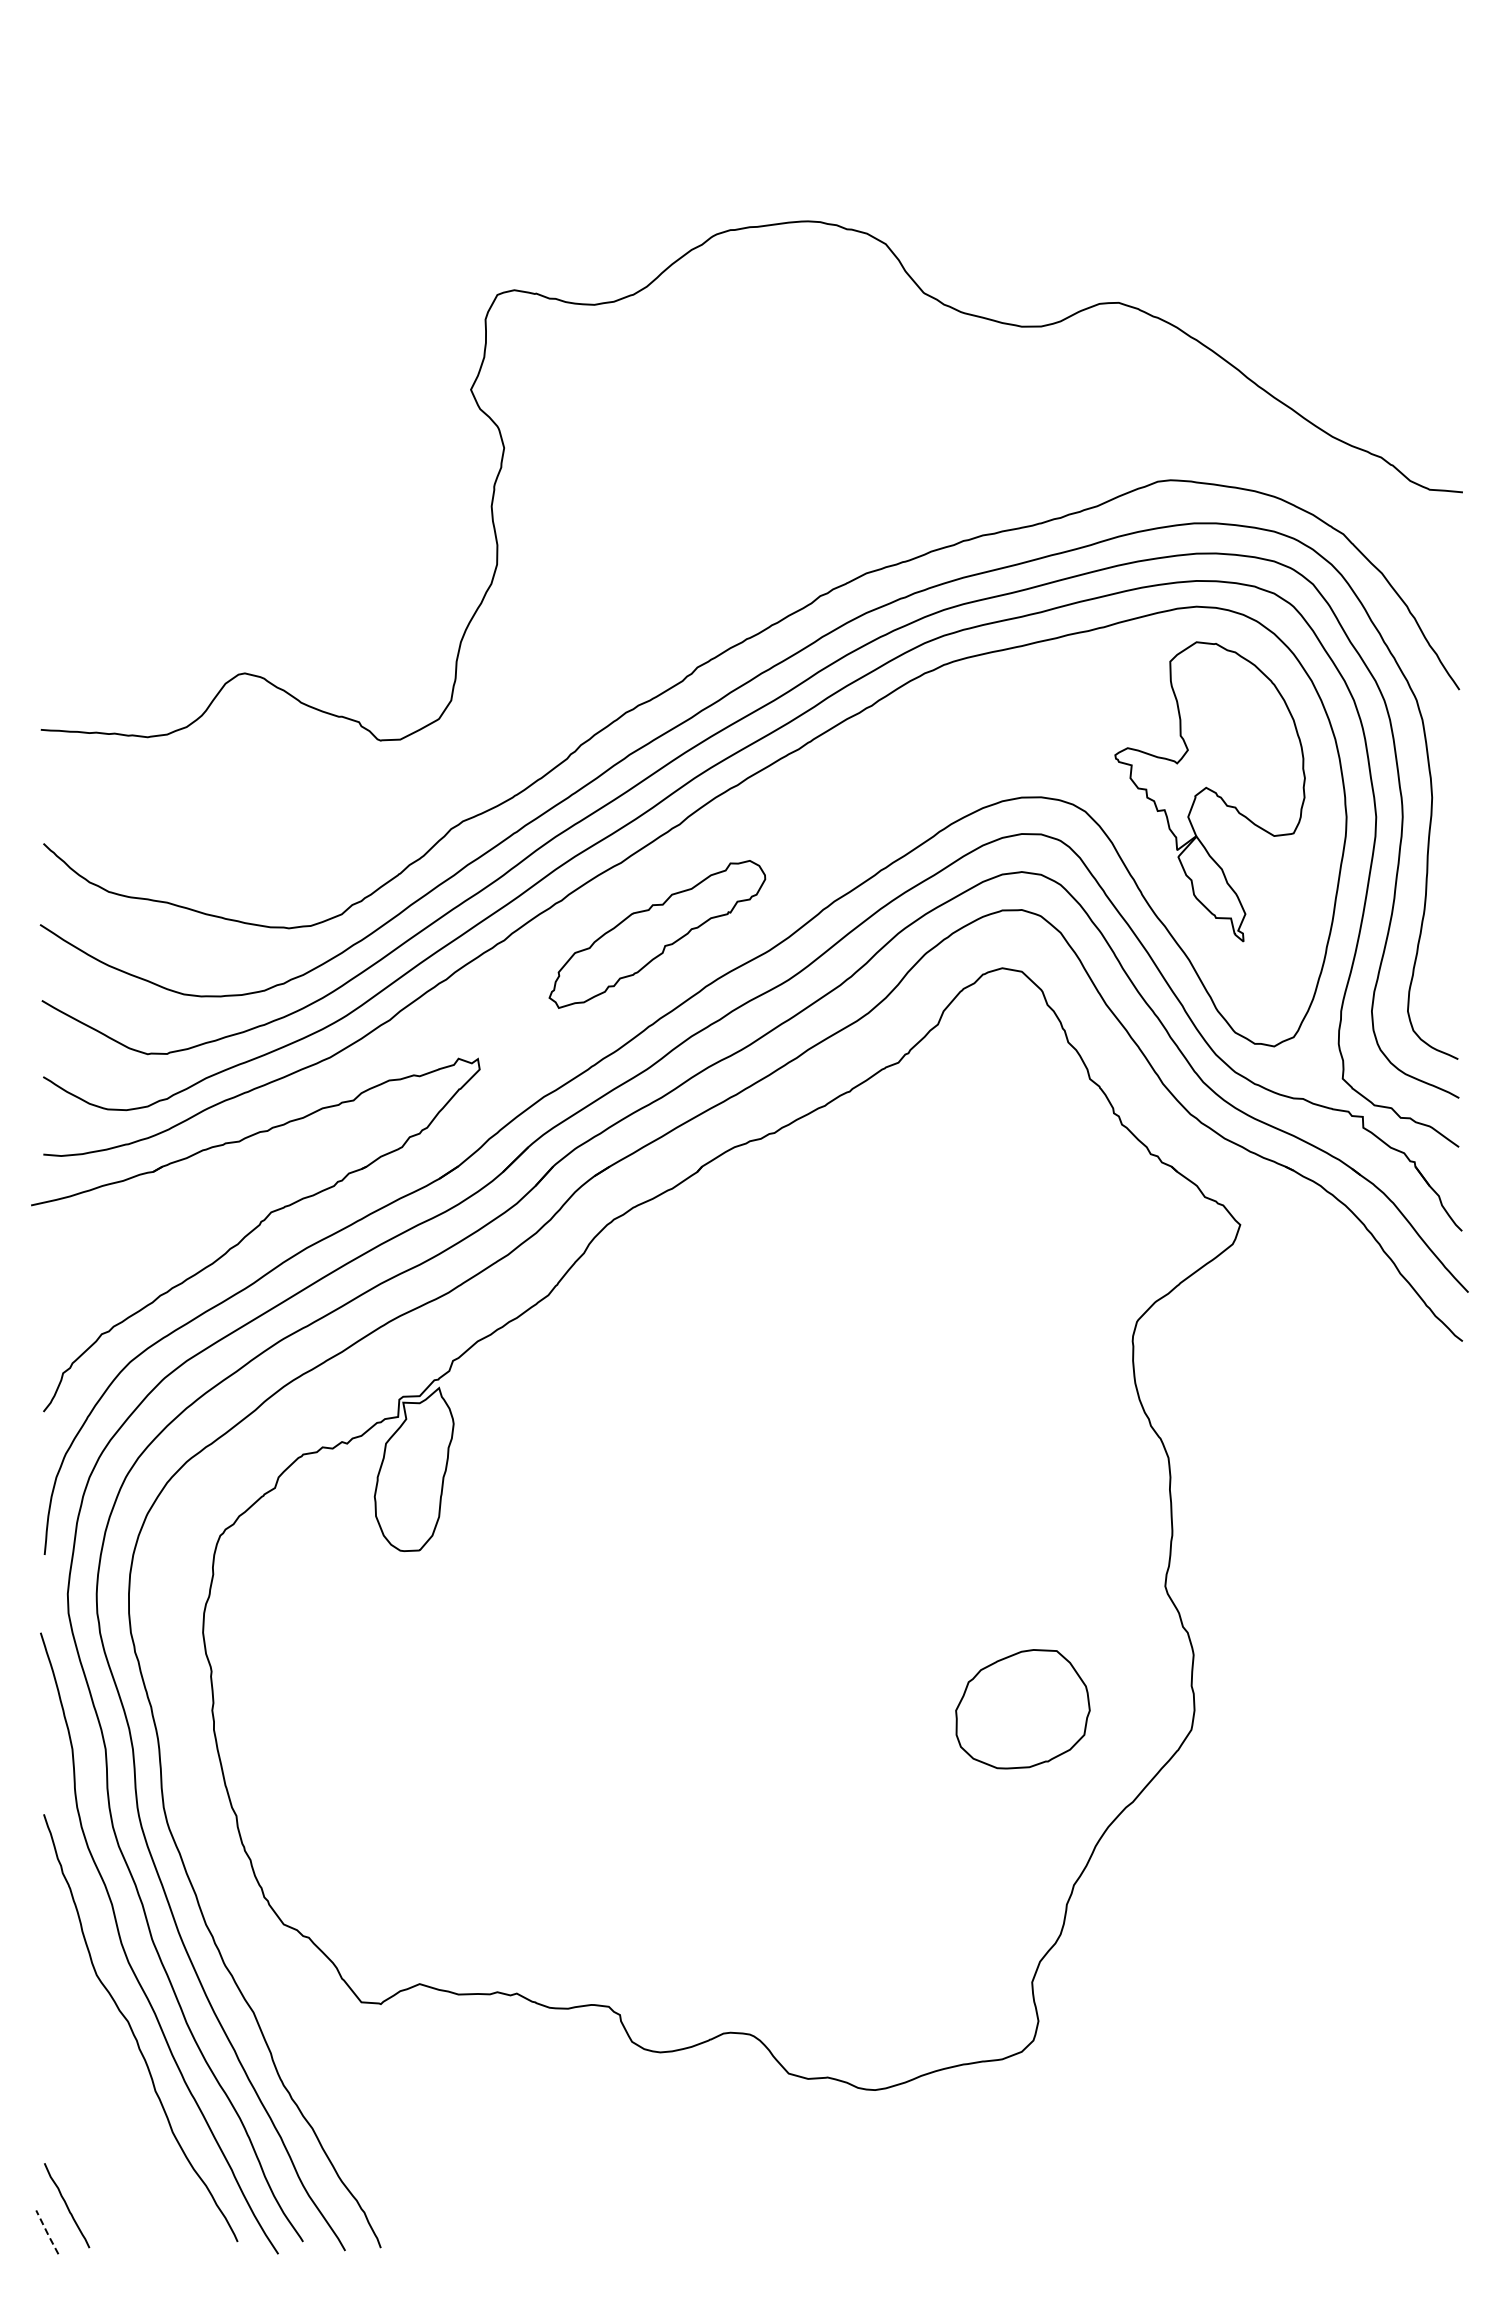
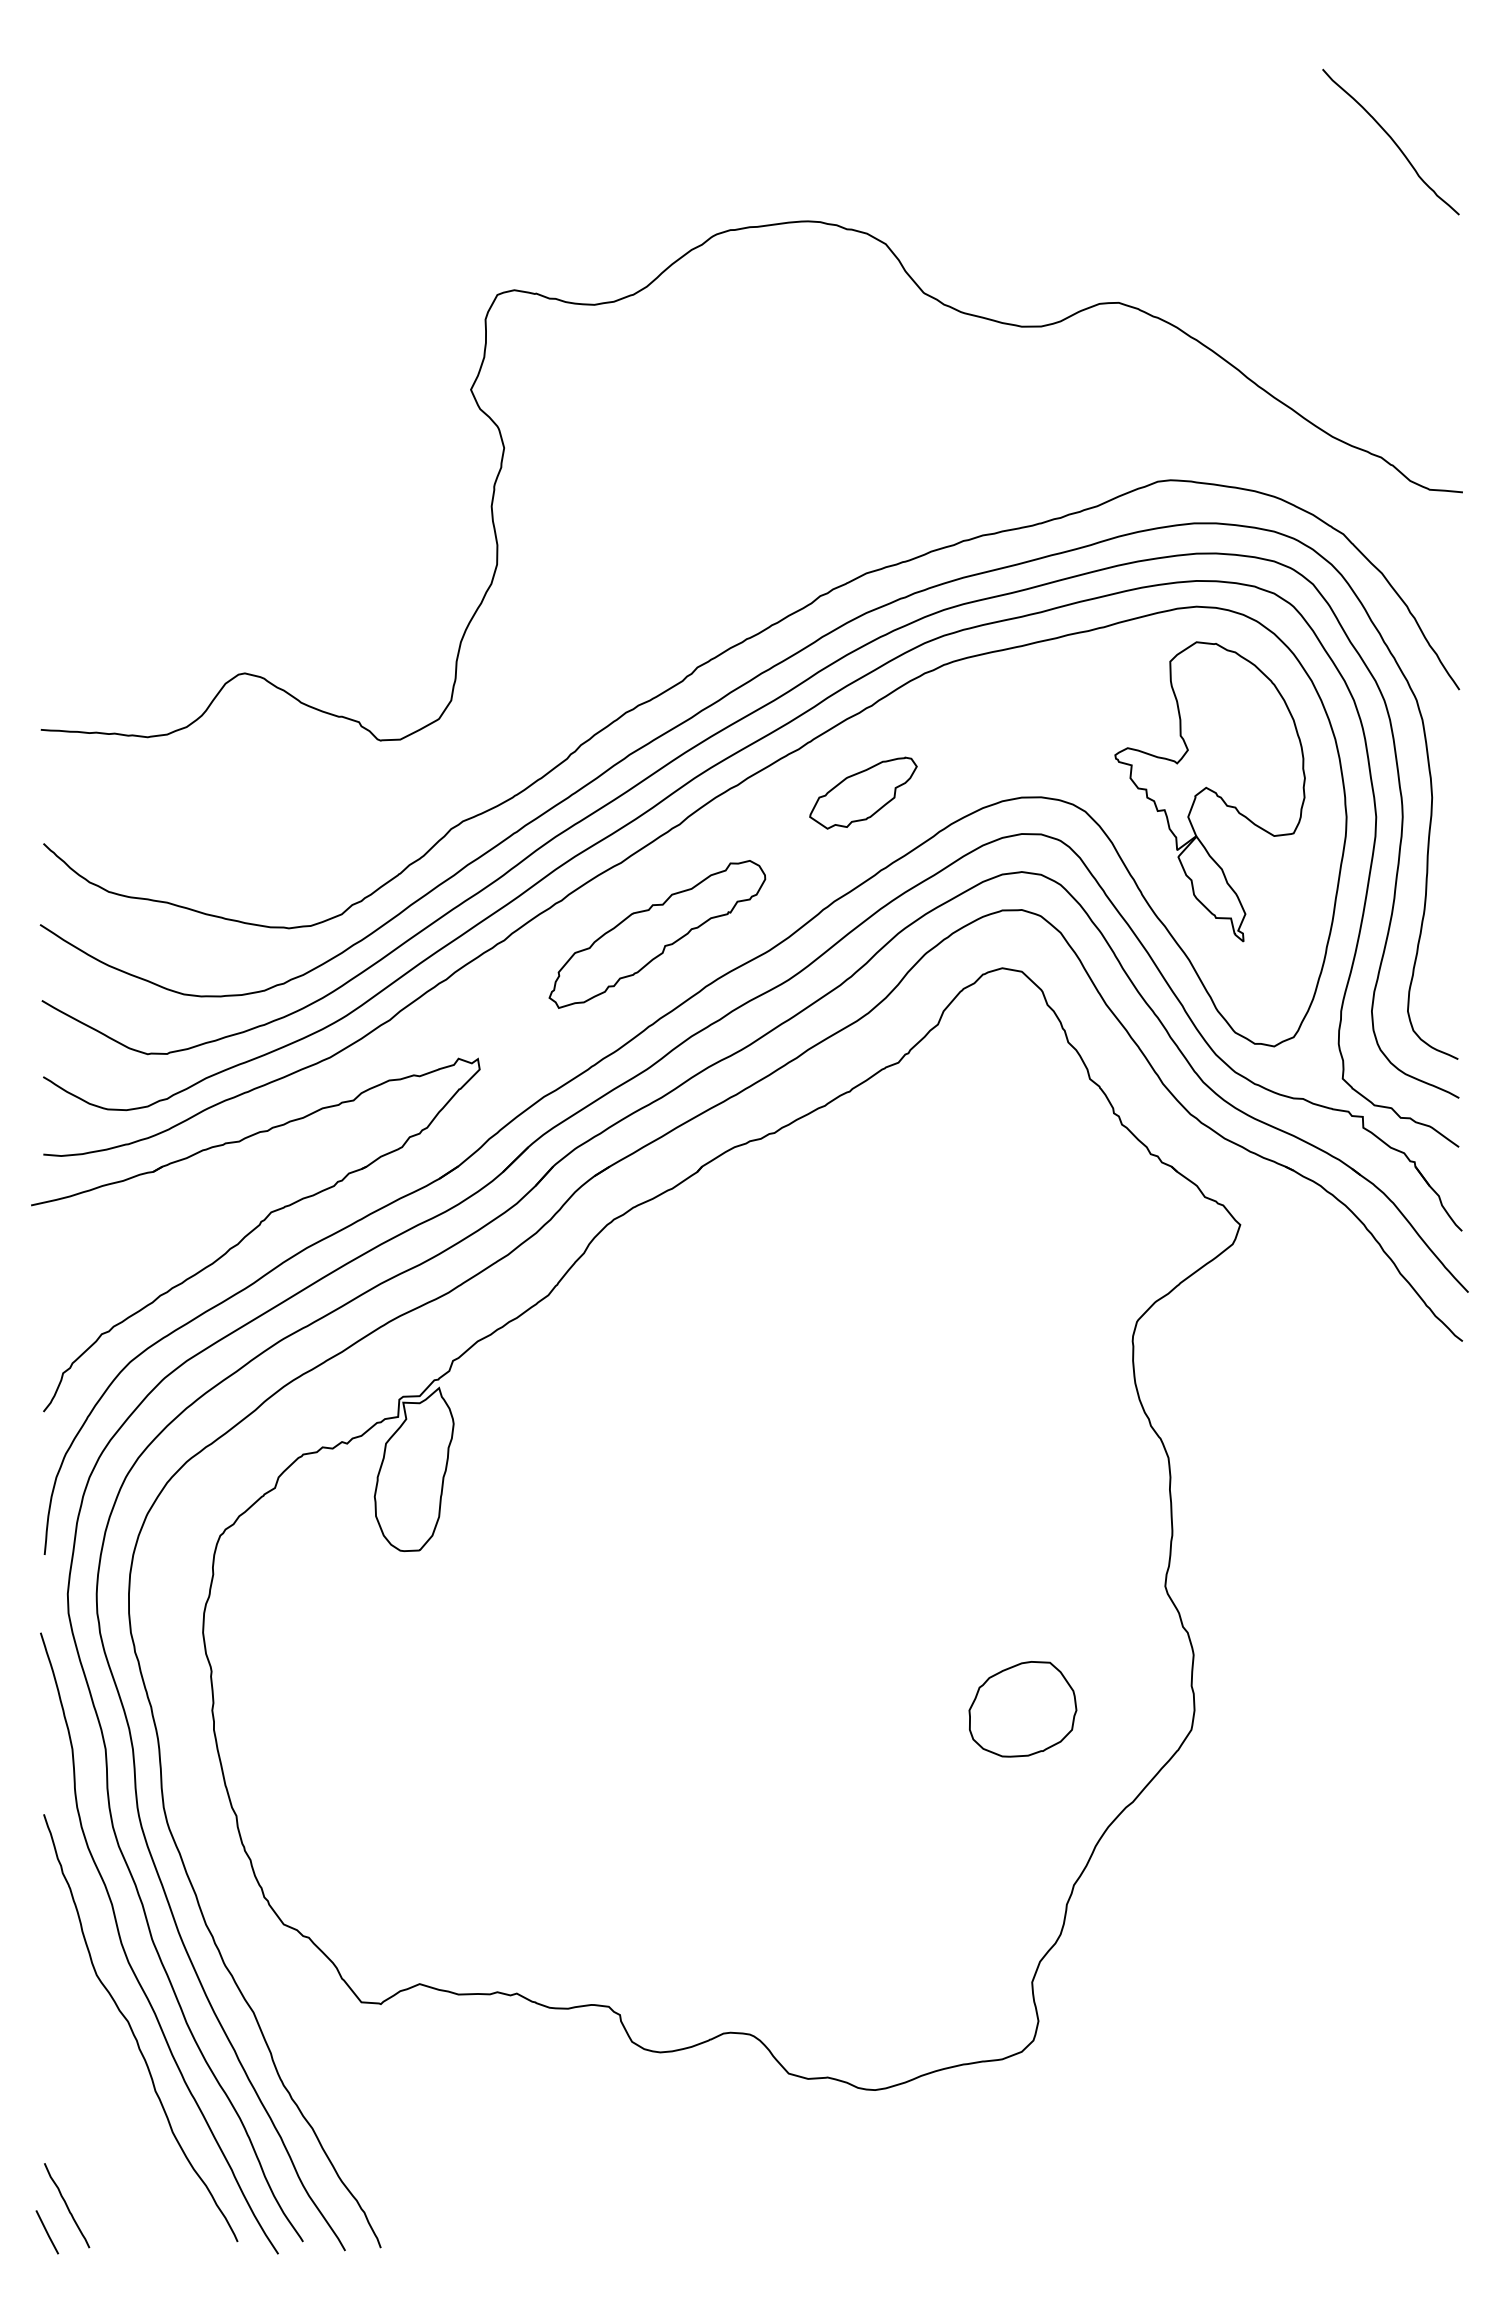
curve at (1391, 140): none -> present
part at (863, 792): none -> present
part at (1022, 1709) size: 136x121 px -> 110x97 px
line at (47, 2232): dashed -> solid
